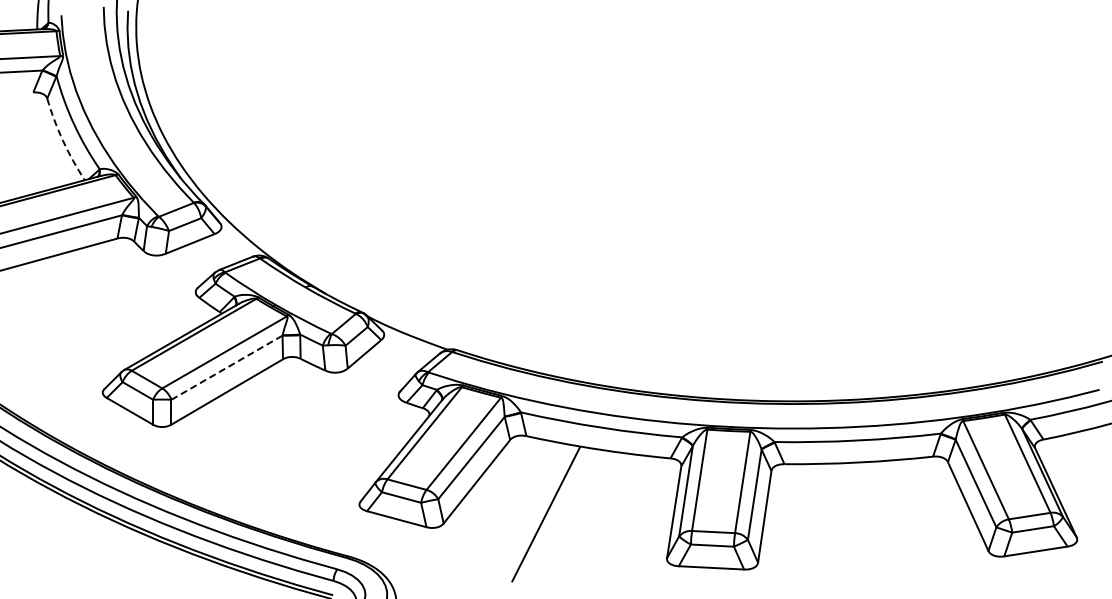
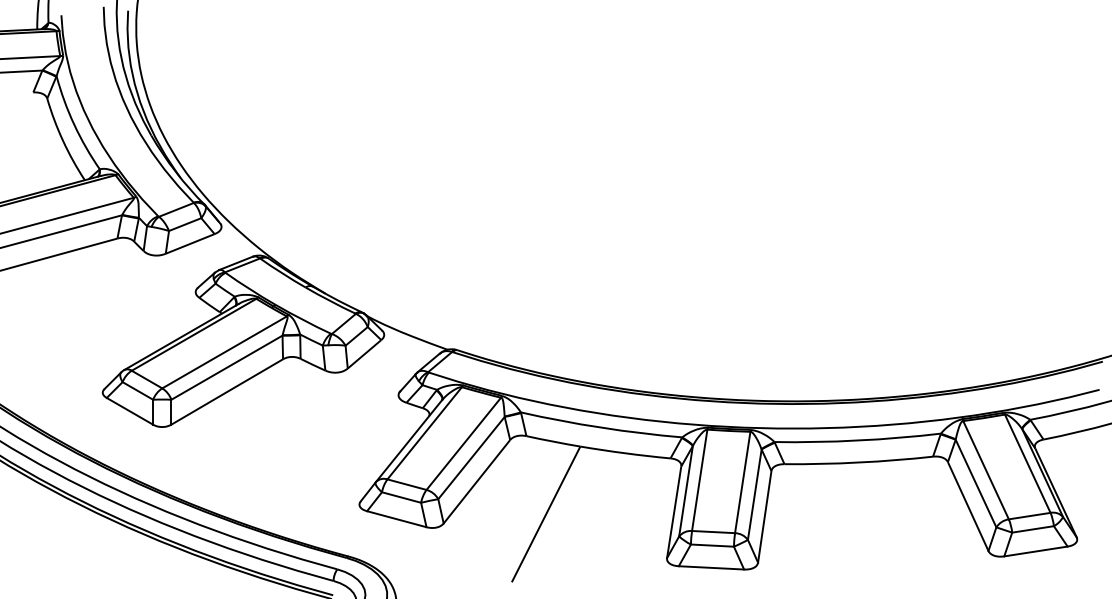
arc at (63, 140): dashed -> solid
line at (227, 367): dashed -> solid
